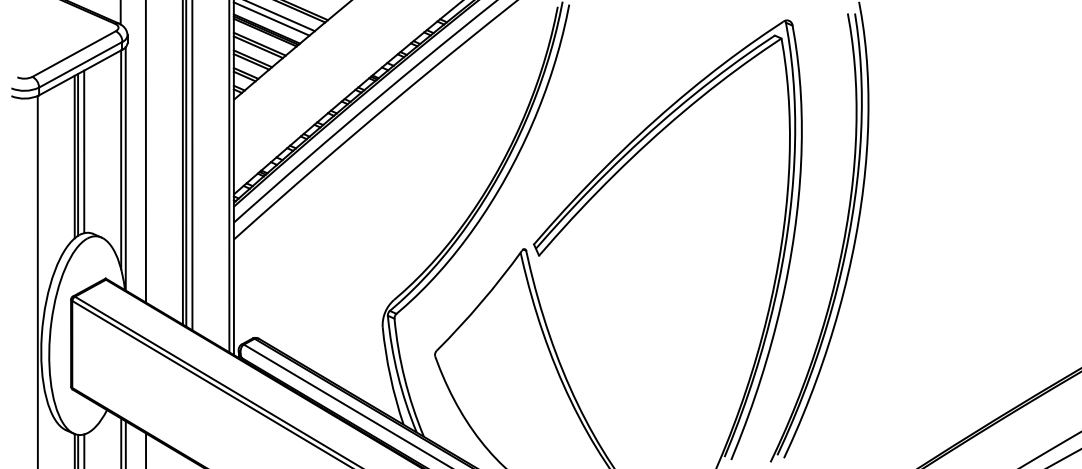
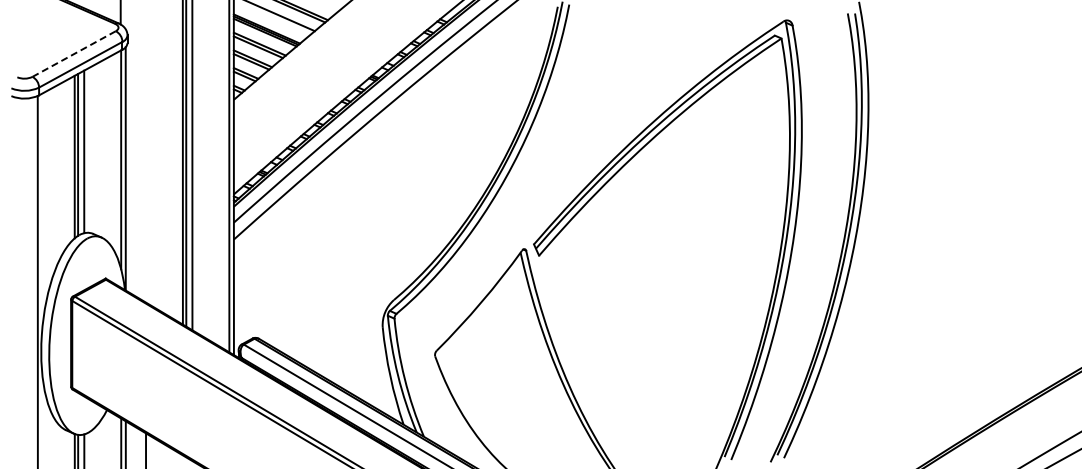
line at (271, 18): present -> none
line at (74, 54): solid -> dashed
line at (145, 152): present -> none
